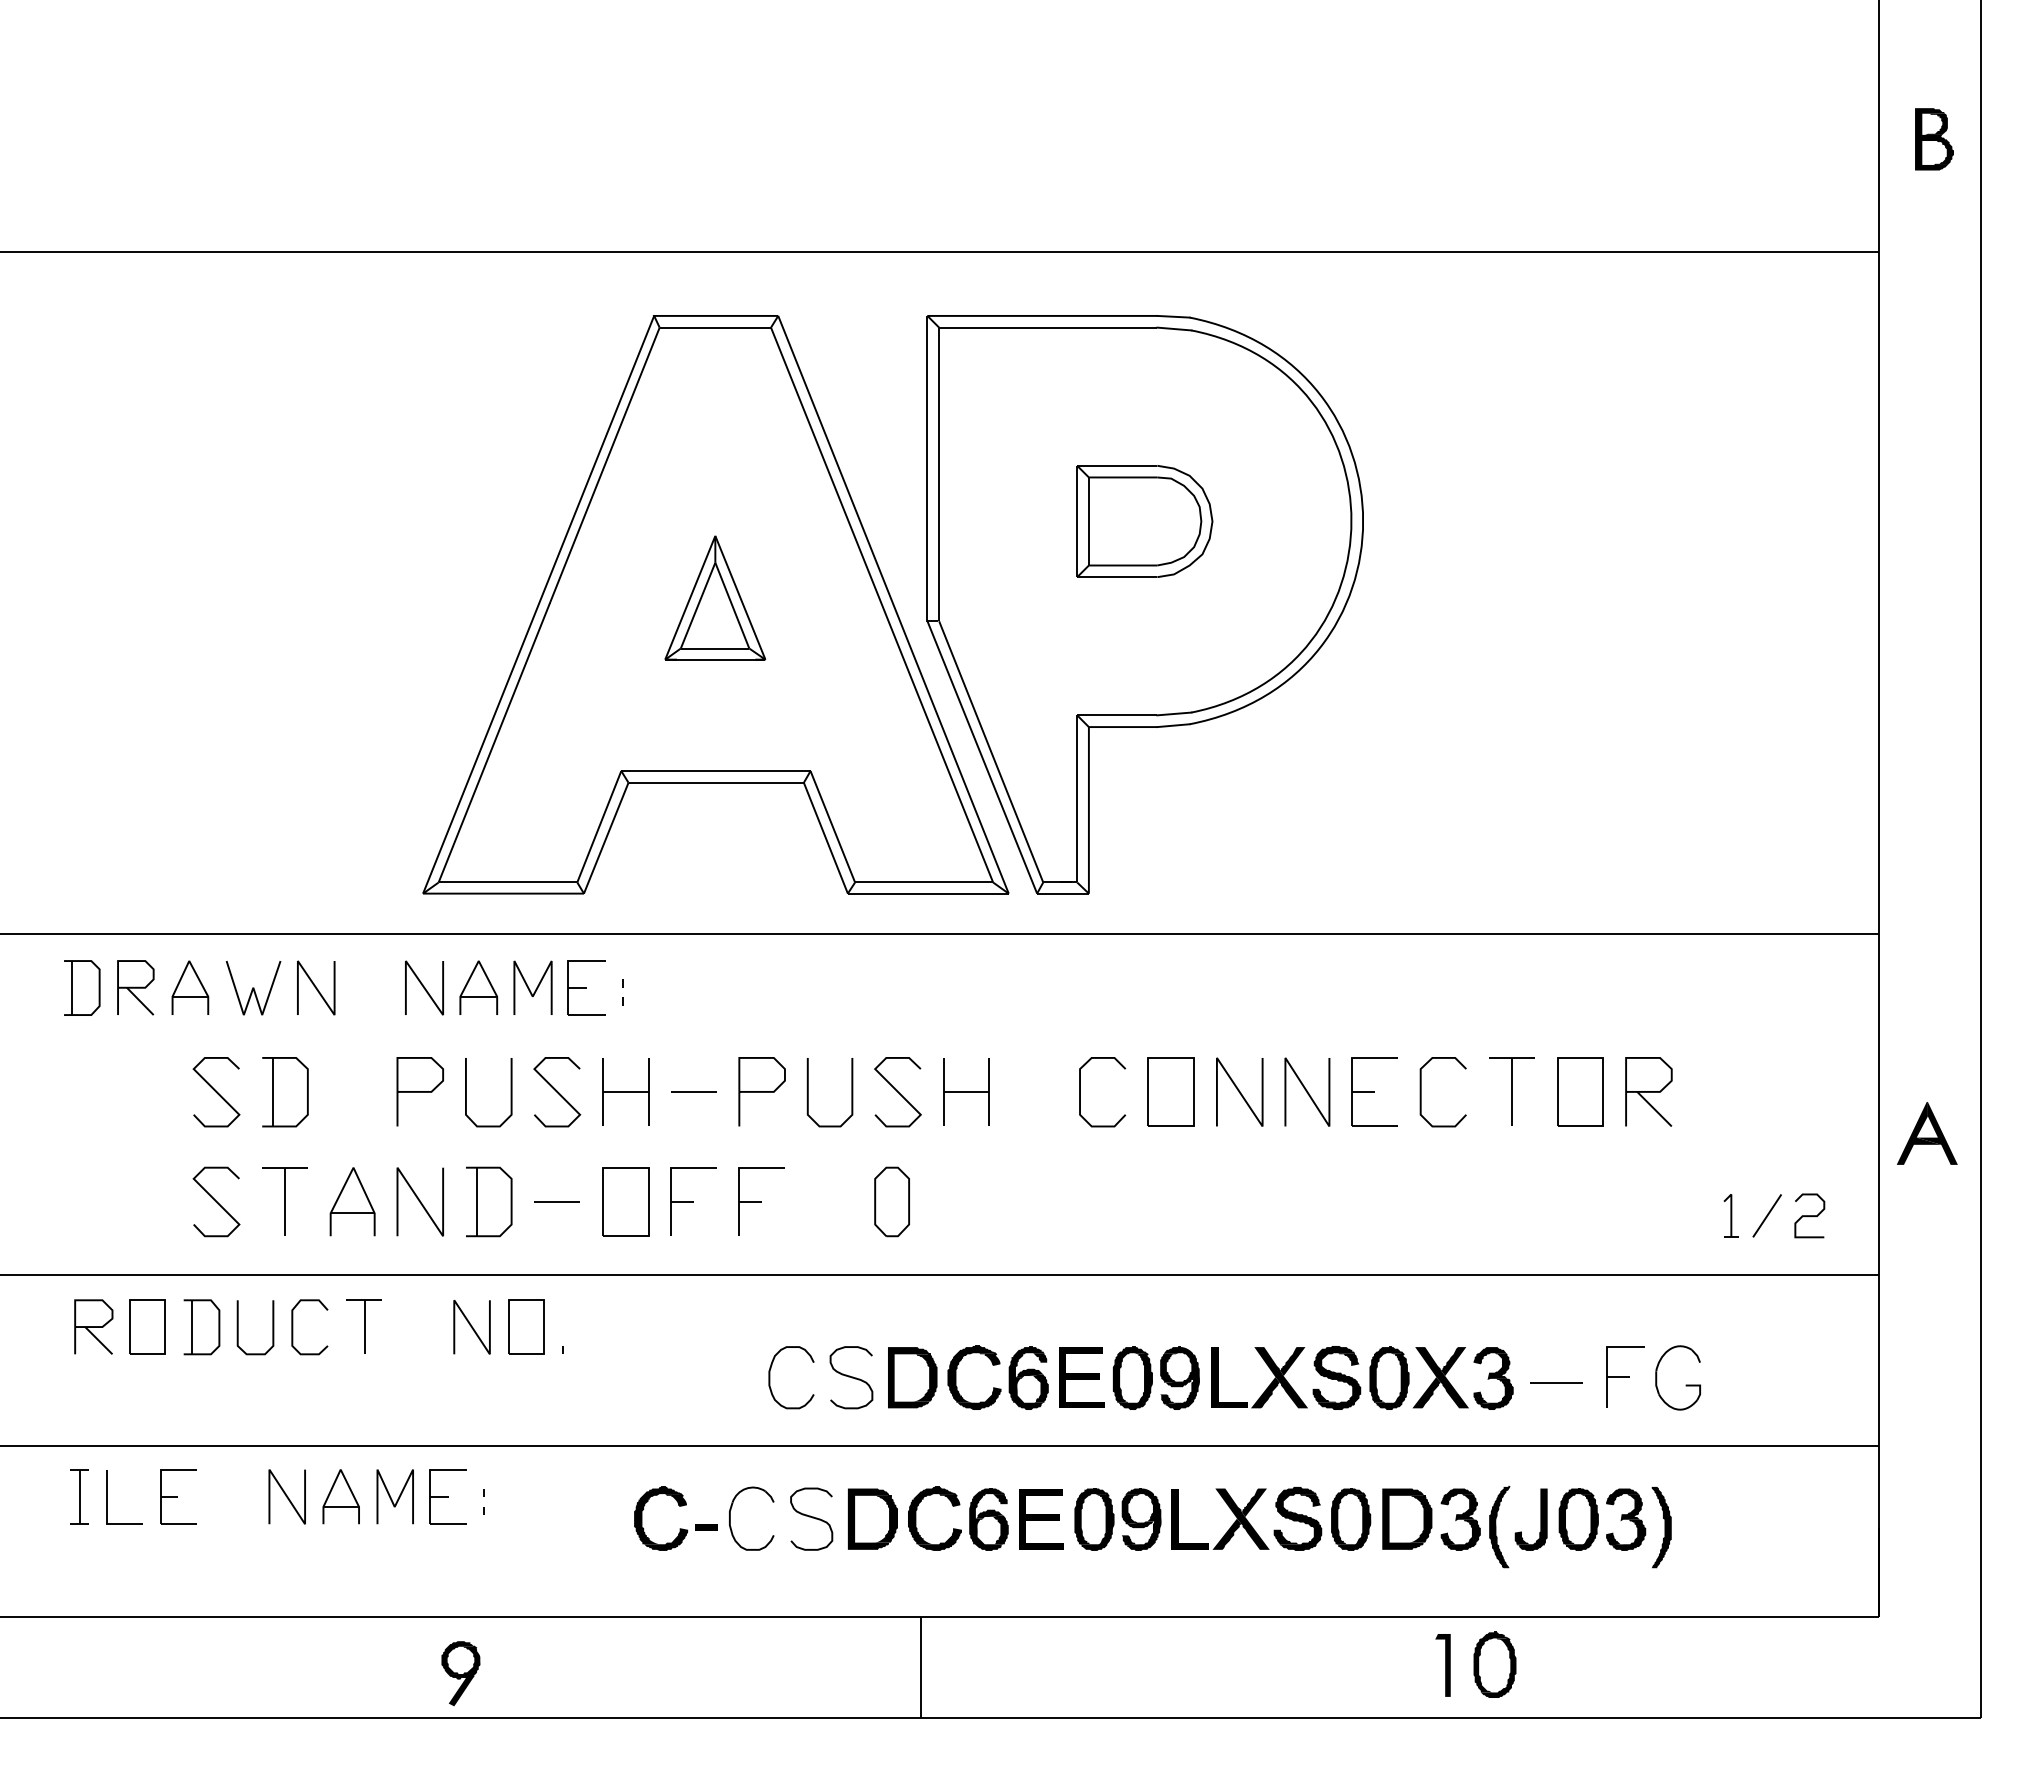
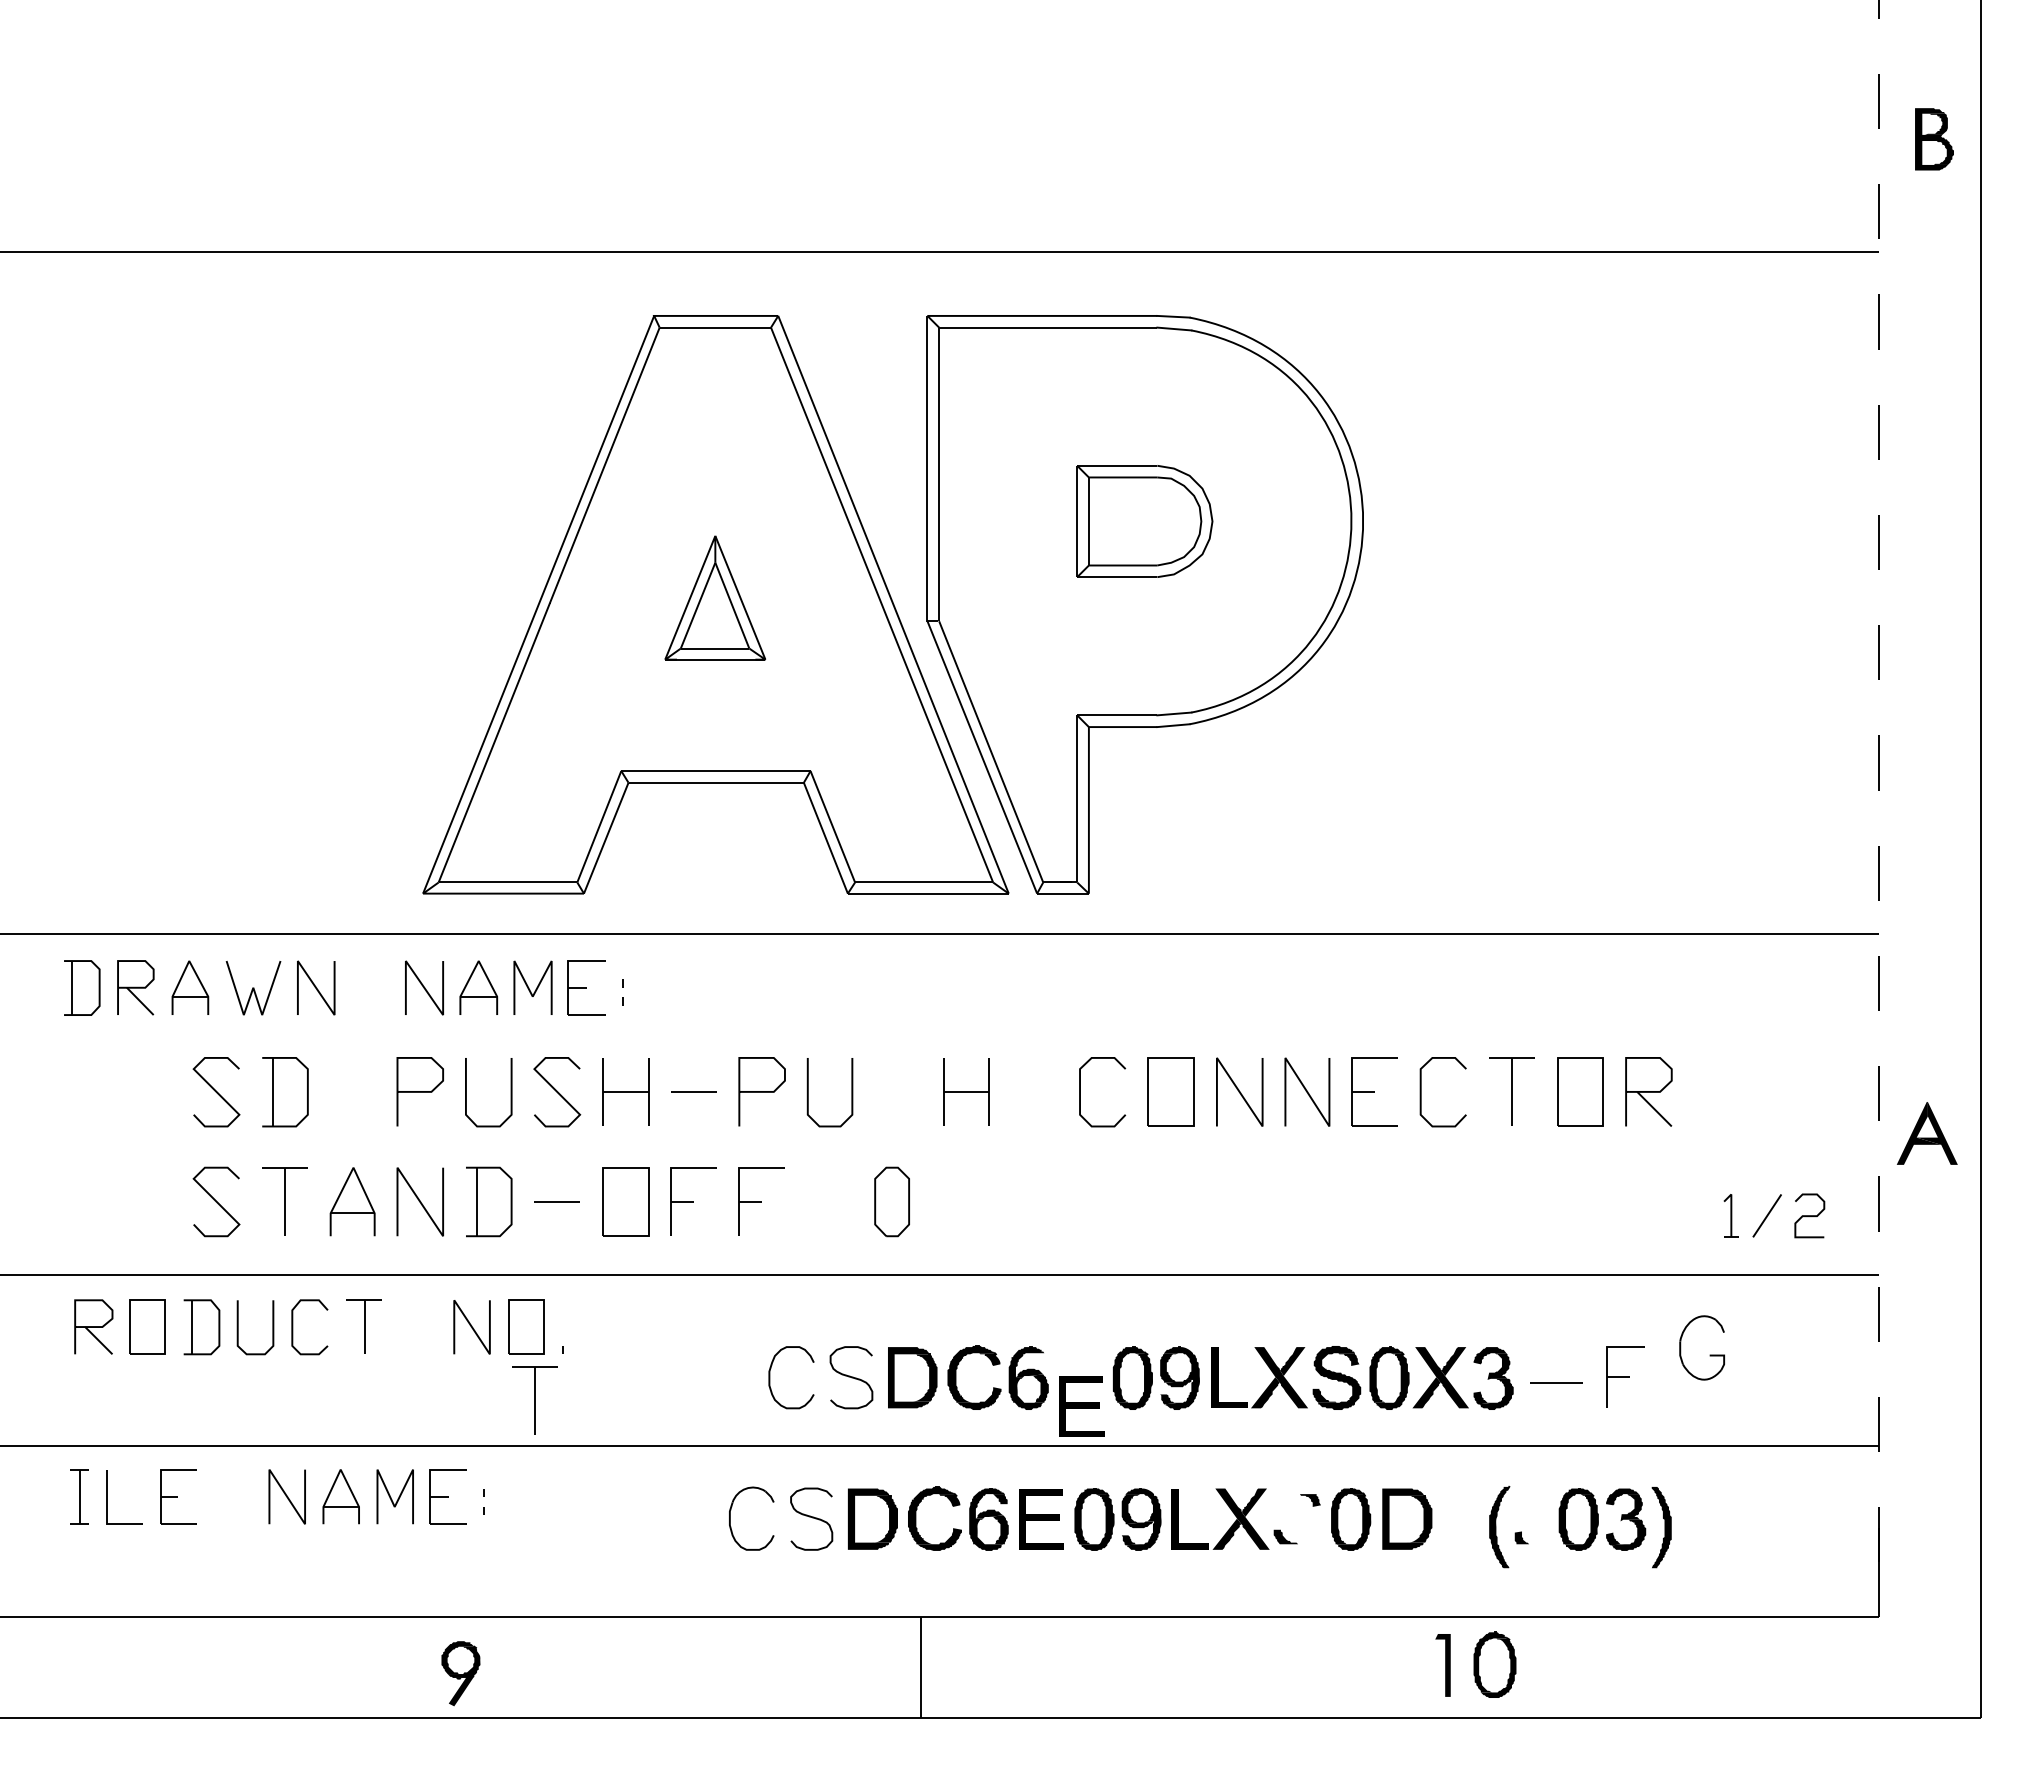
line at (1879, 808): solid -> dashed
curve at (897, 1092): present -> none
fill at (1038, 1357): present -> none
part at (1081, 1377) position: (1081, 1377) -> (1081, 1406)
part at (1685, 1384) position: (1685, 1384) -> (1709, 1354)
part at (534, 1400): none -> present
fill at (1298, 1518): present -> none
part at (1460, 1519): present -> none
fill at (1531, 1519): present -> none
part at (679, 1528): present -> none
